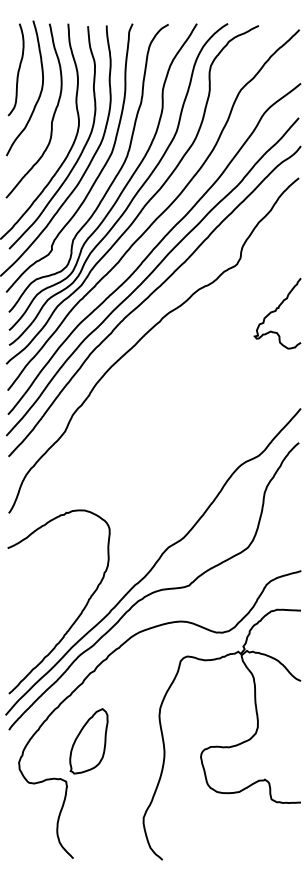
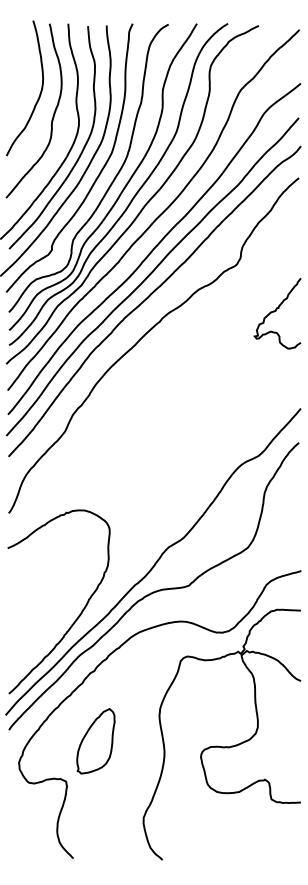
curve at (17, 71): present -> none
part at (88, 741) position: (88, 741) -> (95, 741)
